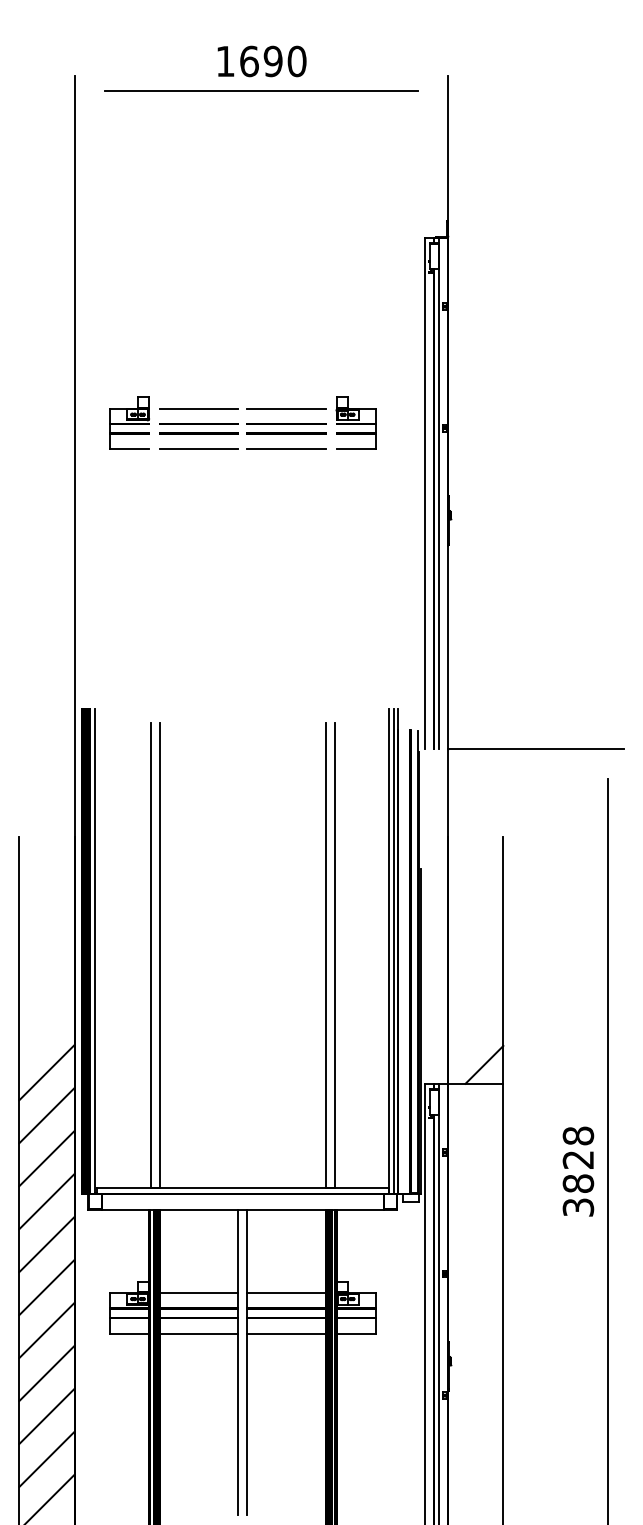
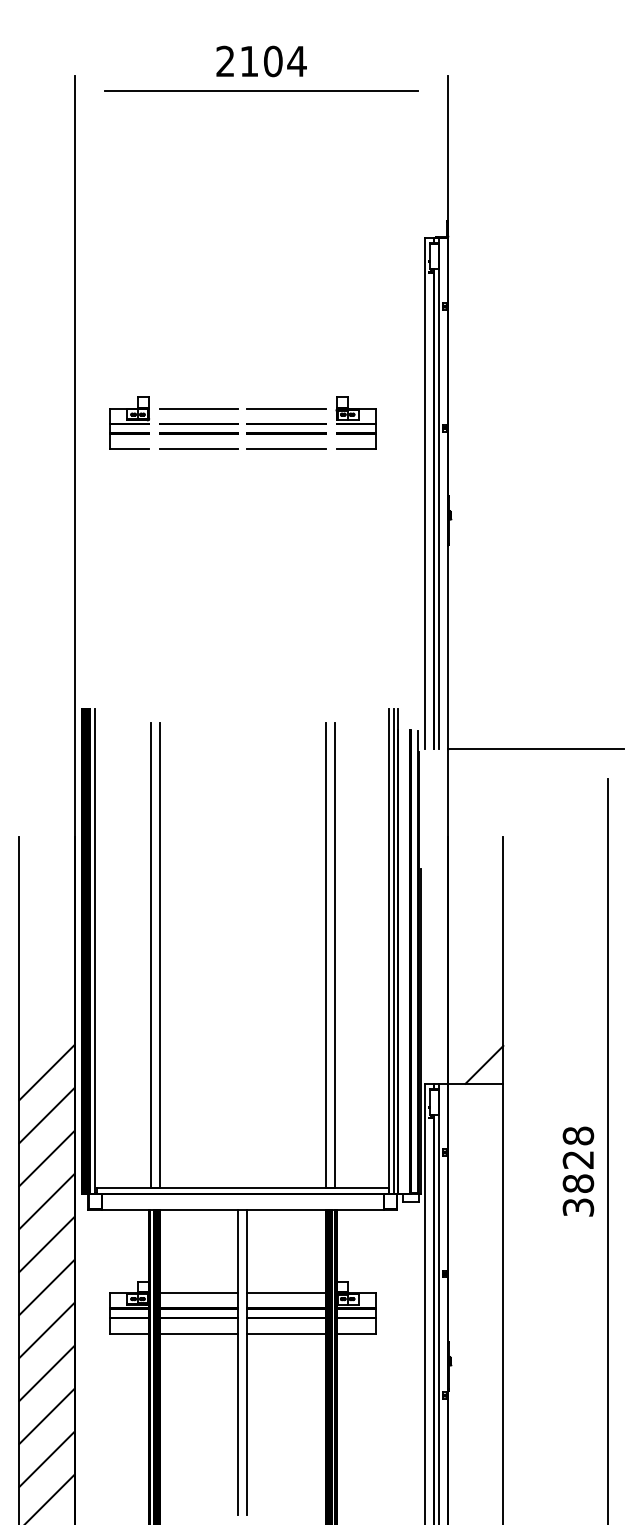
text at (261, 61): 1690 -> 2104
